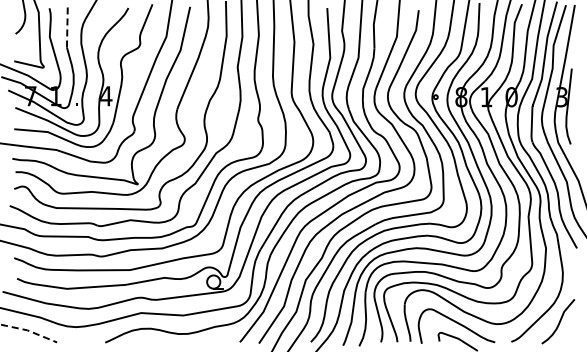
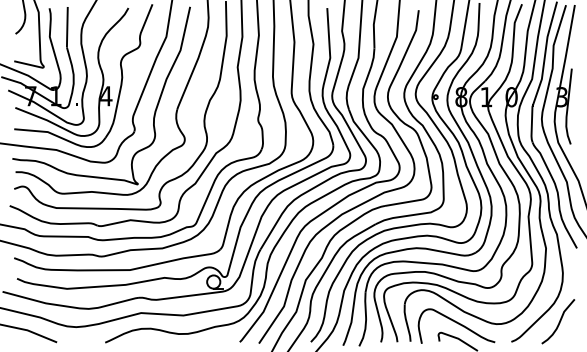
line at (67, 26): dashed -> solid
line at (29, 331): dashed -> solid
